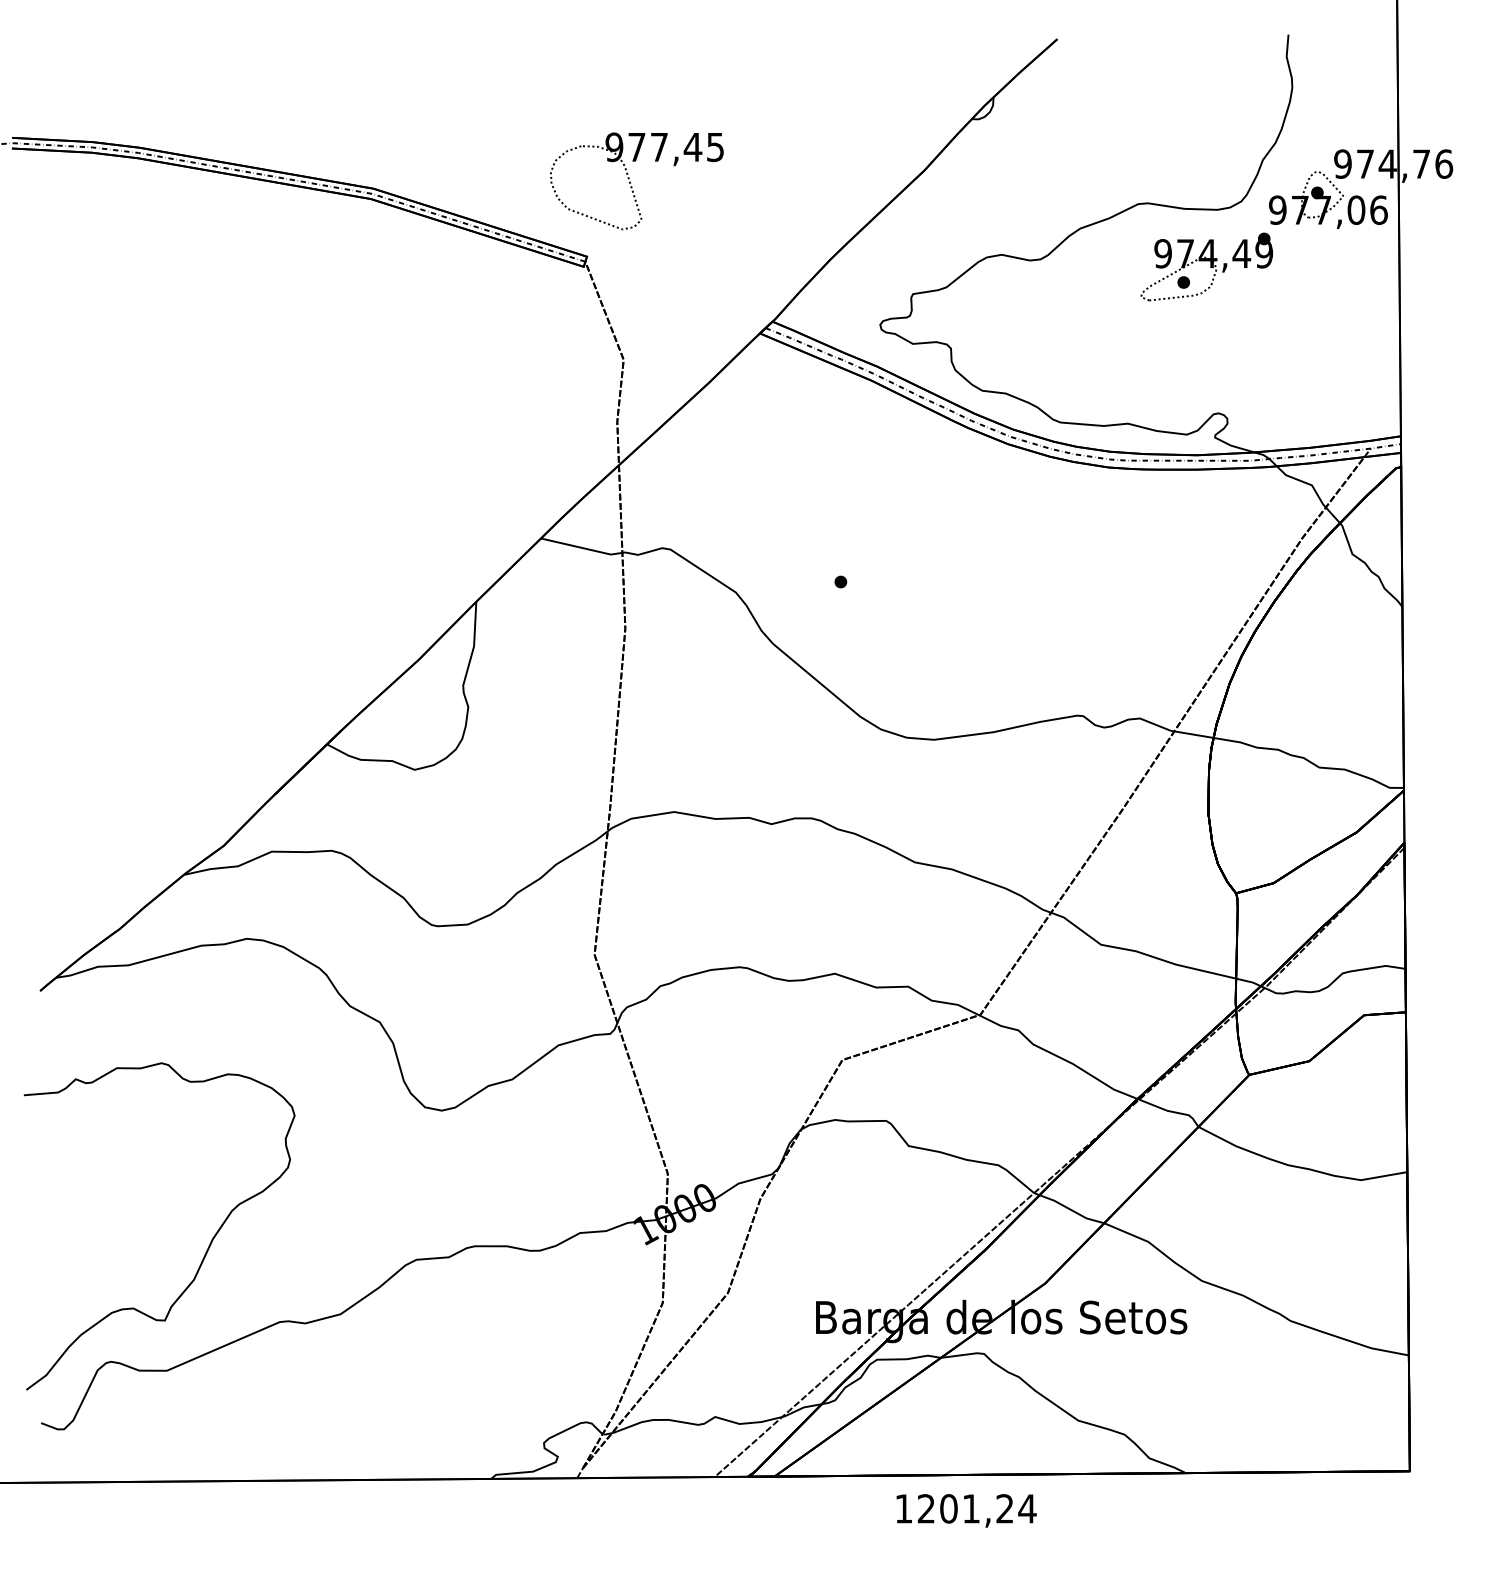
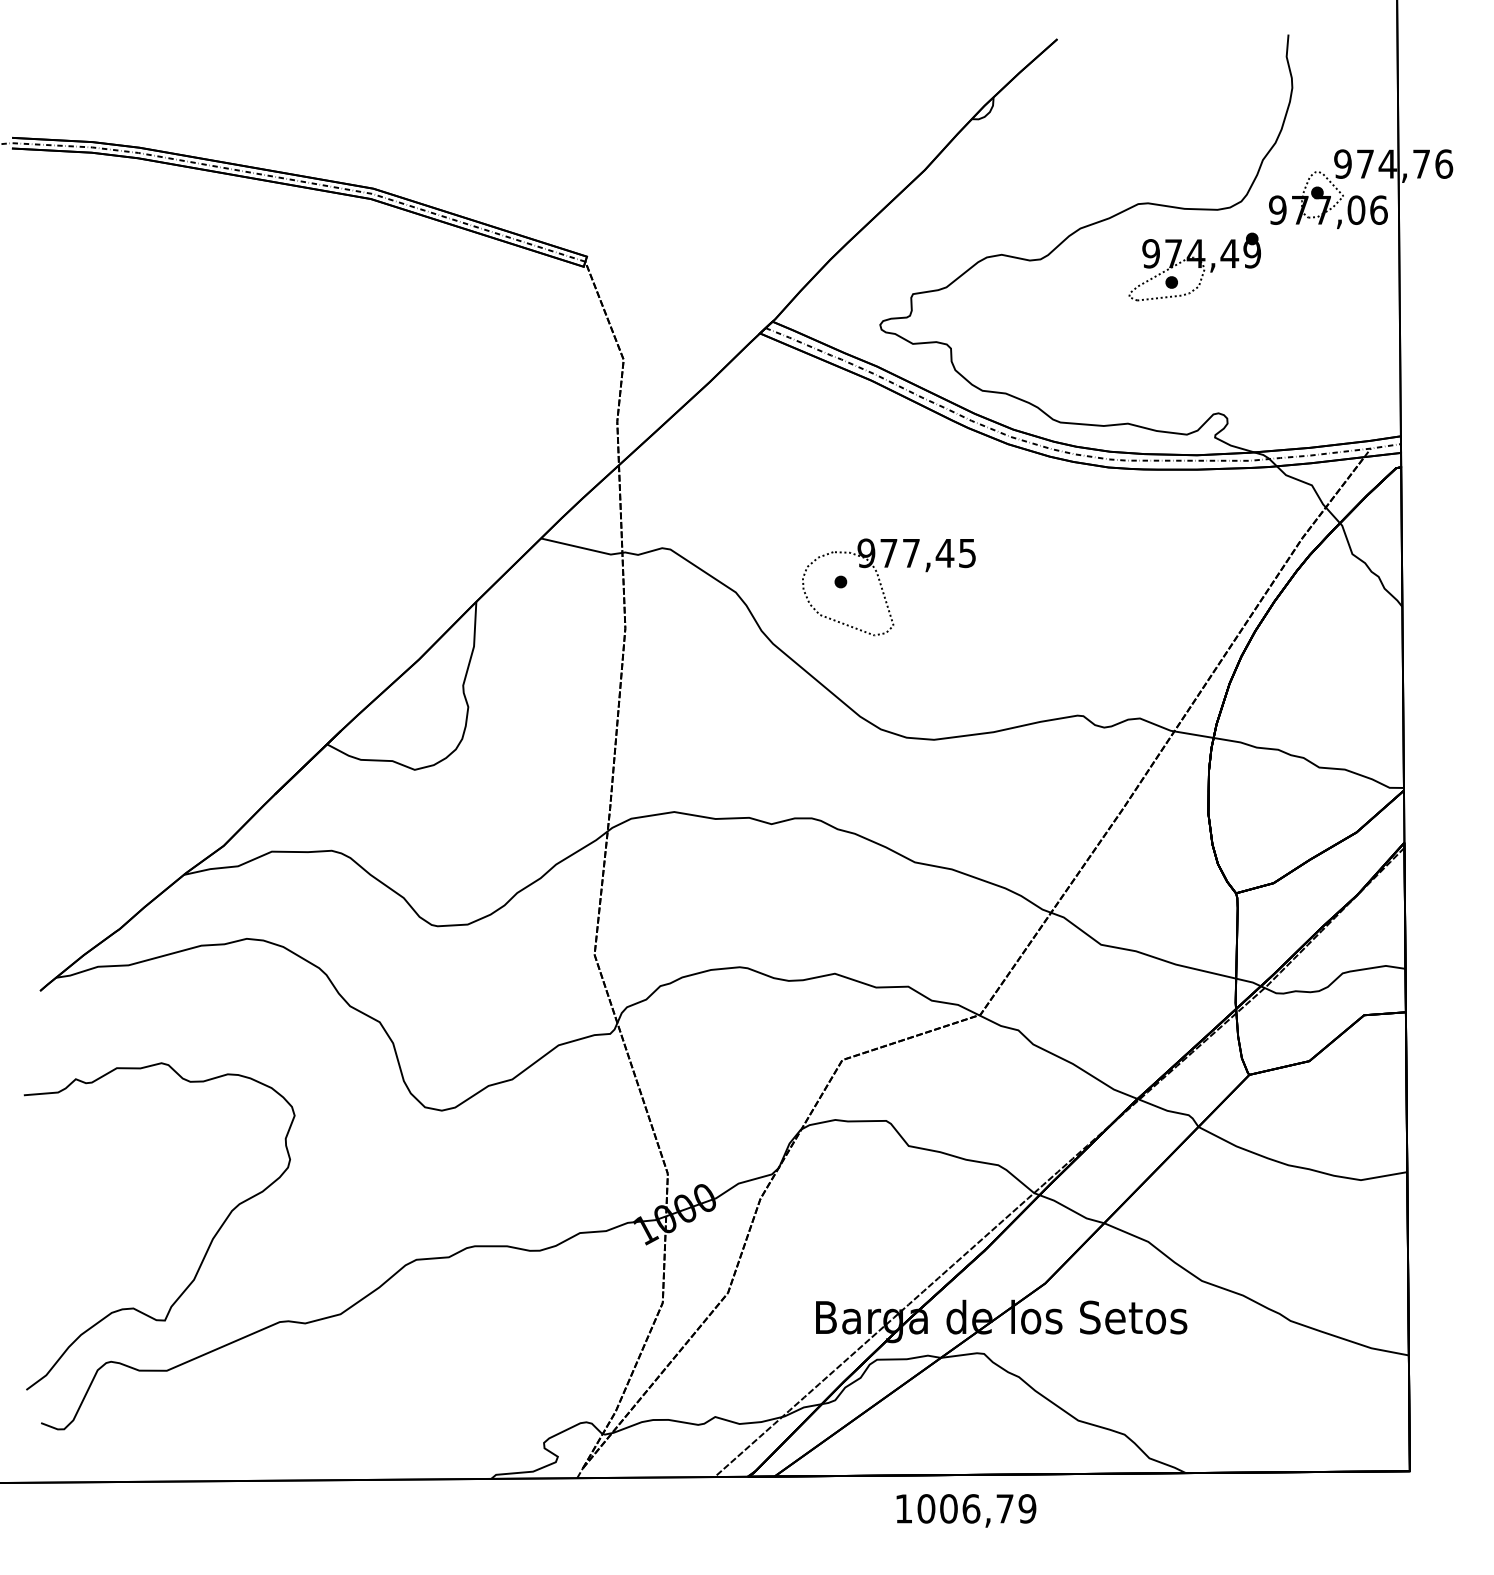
part at (636, 181) position: (636, 181) -> (888, 587)
part at (1206, 266) position: (1206, 266) -> (1194, 266)
text at (976, 1508): 1201,24 -> 1006,79
